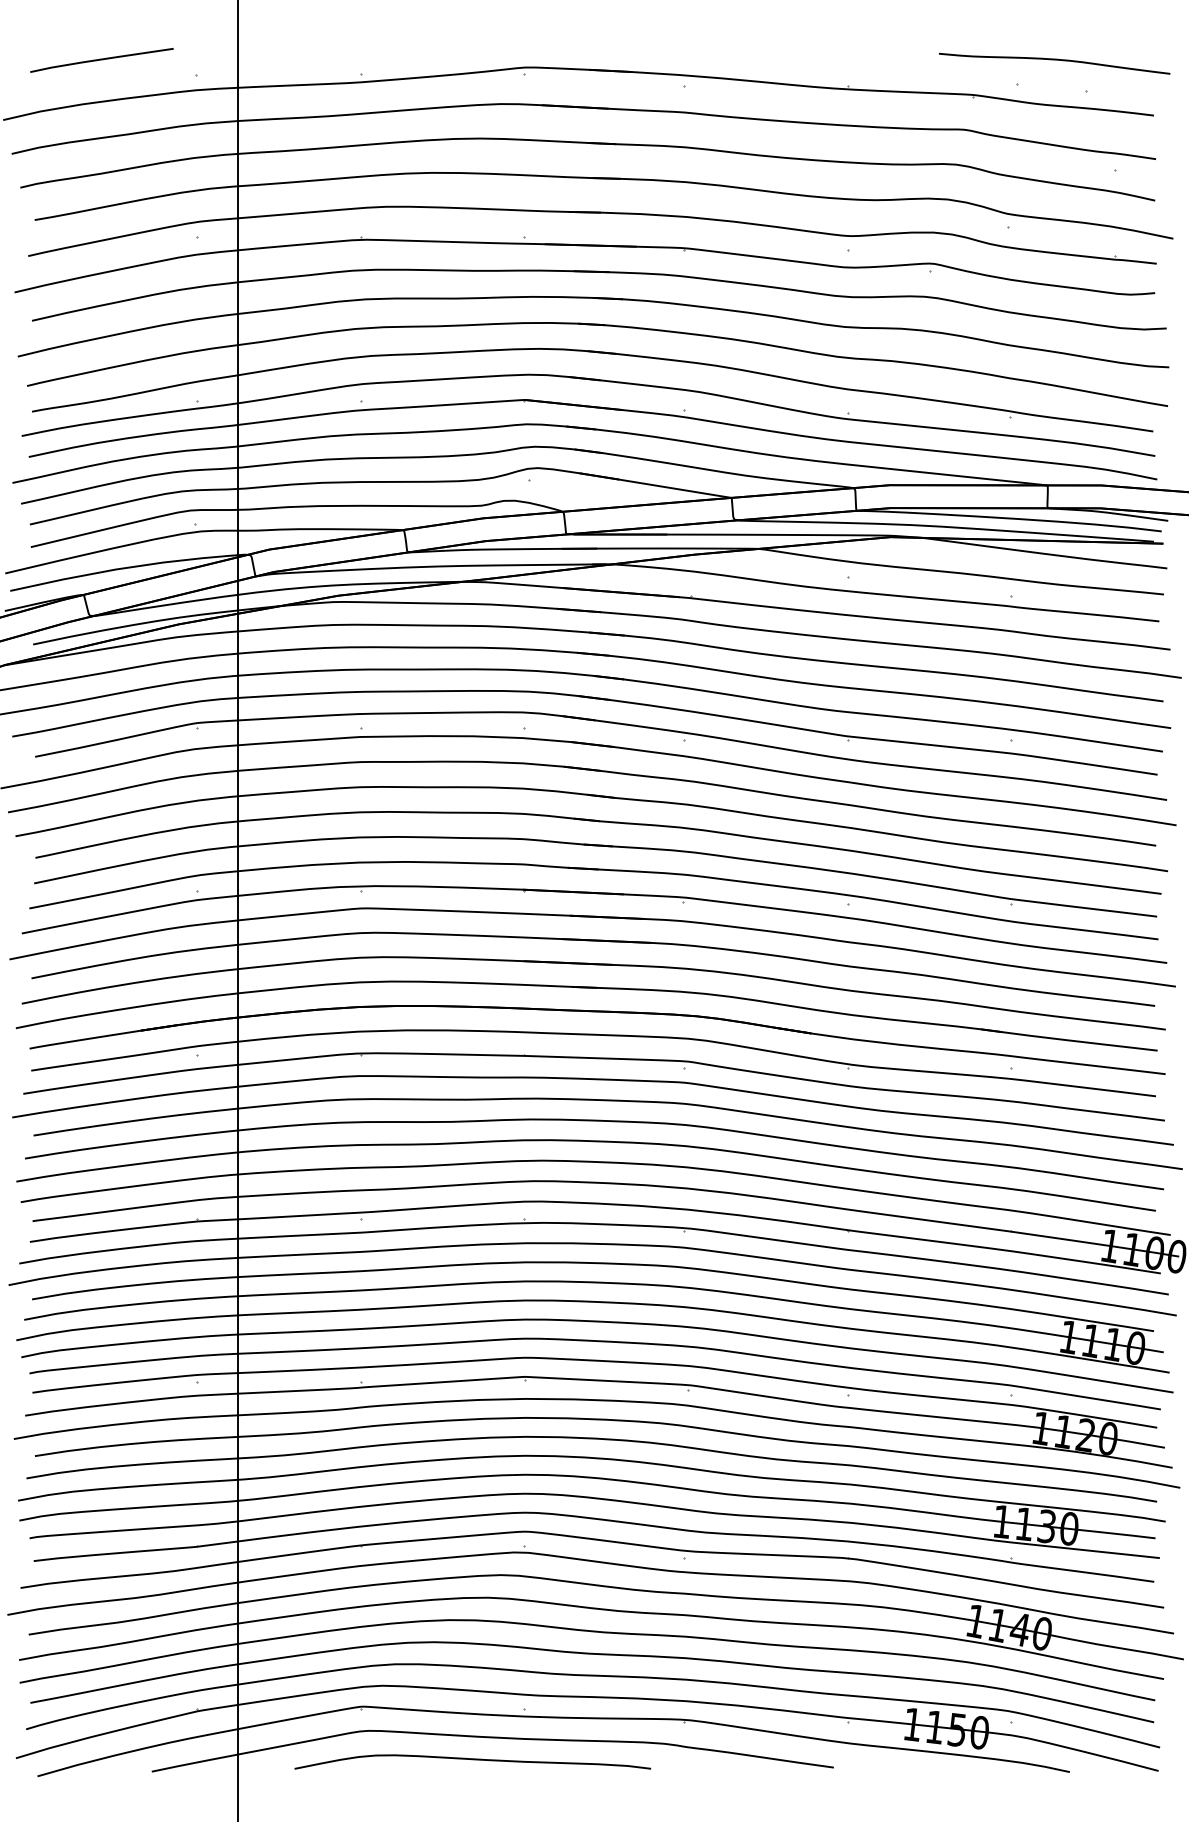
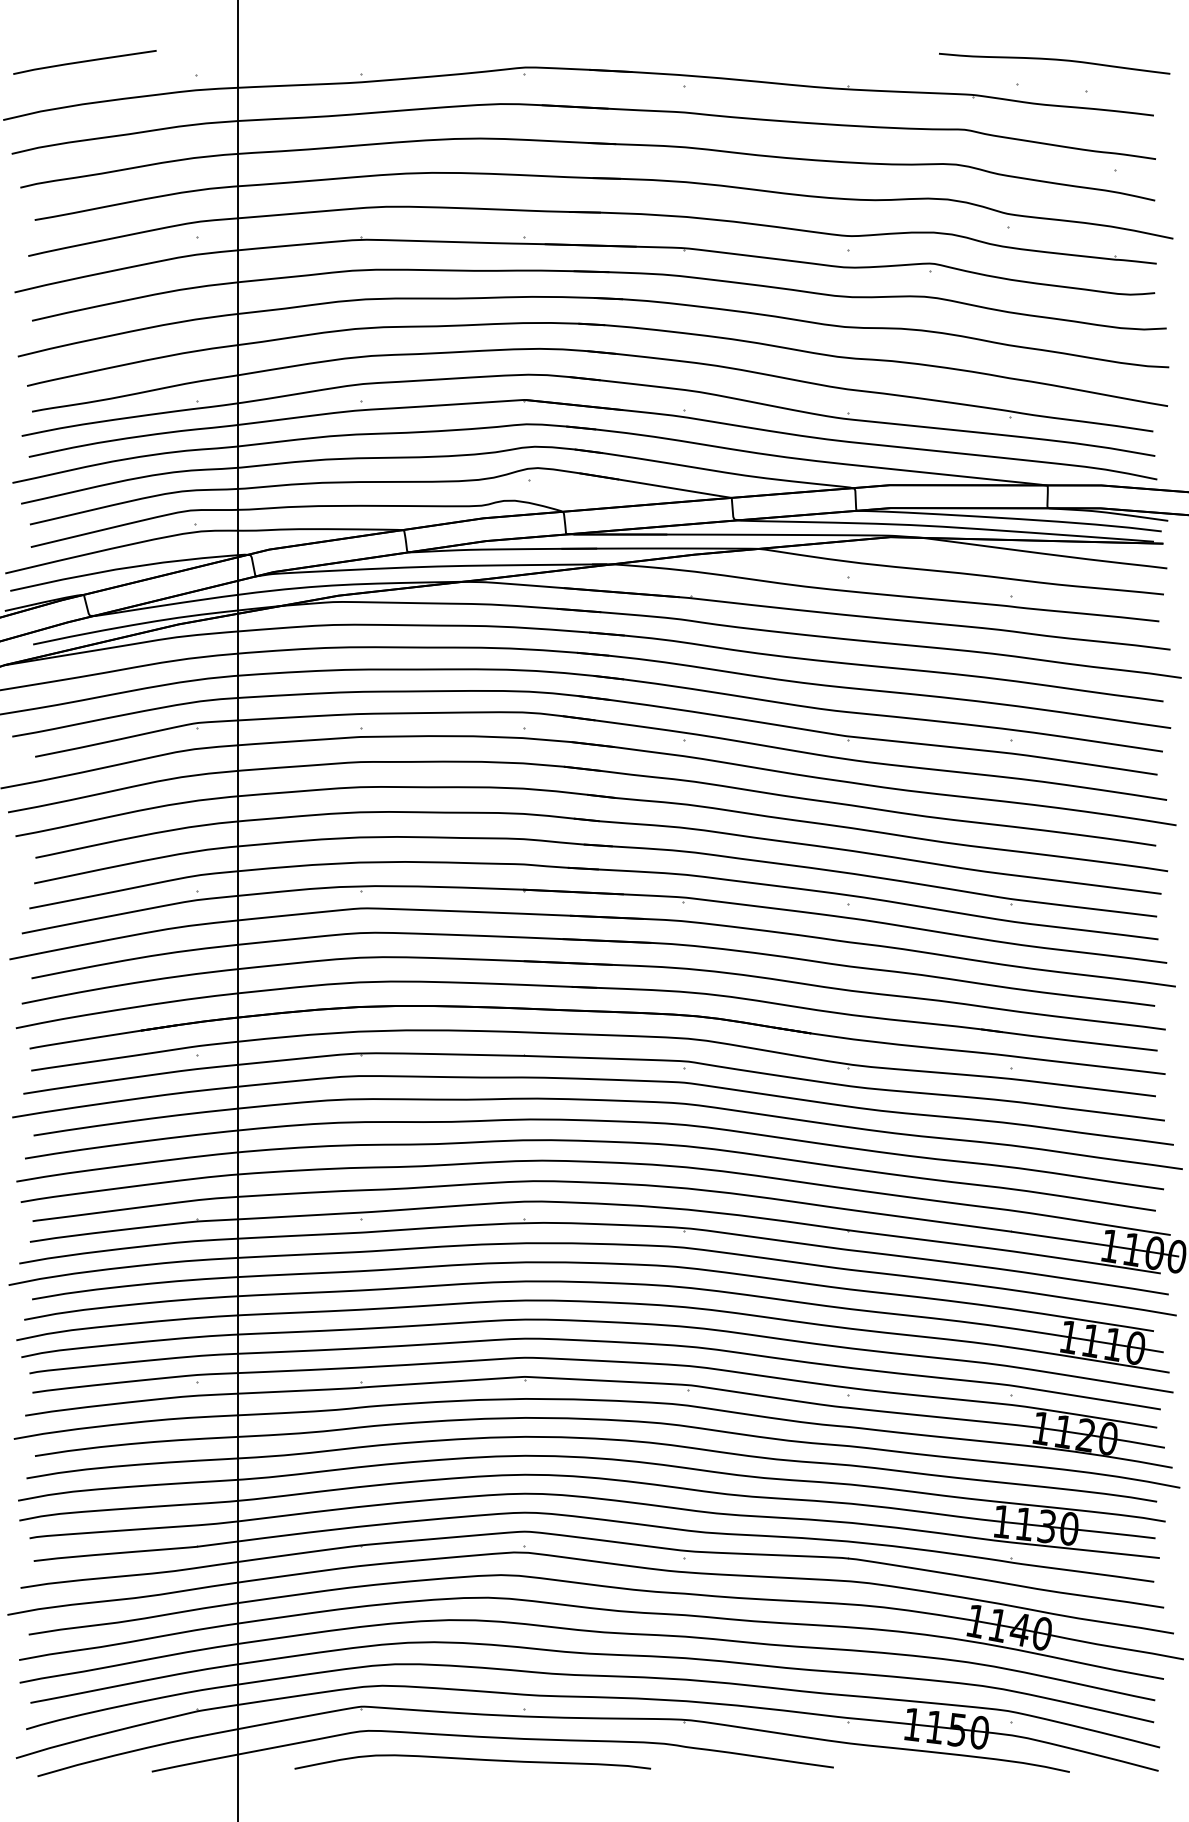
line at (101, 60) position: (101, 60) -> (84, 62)
